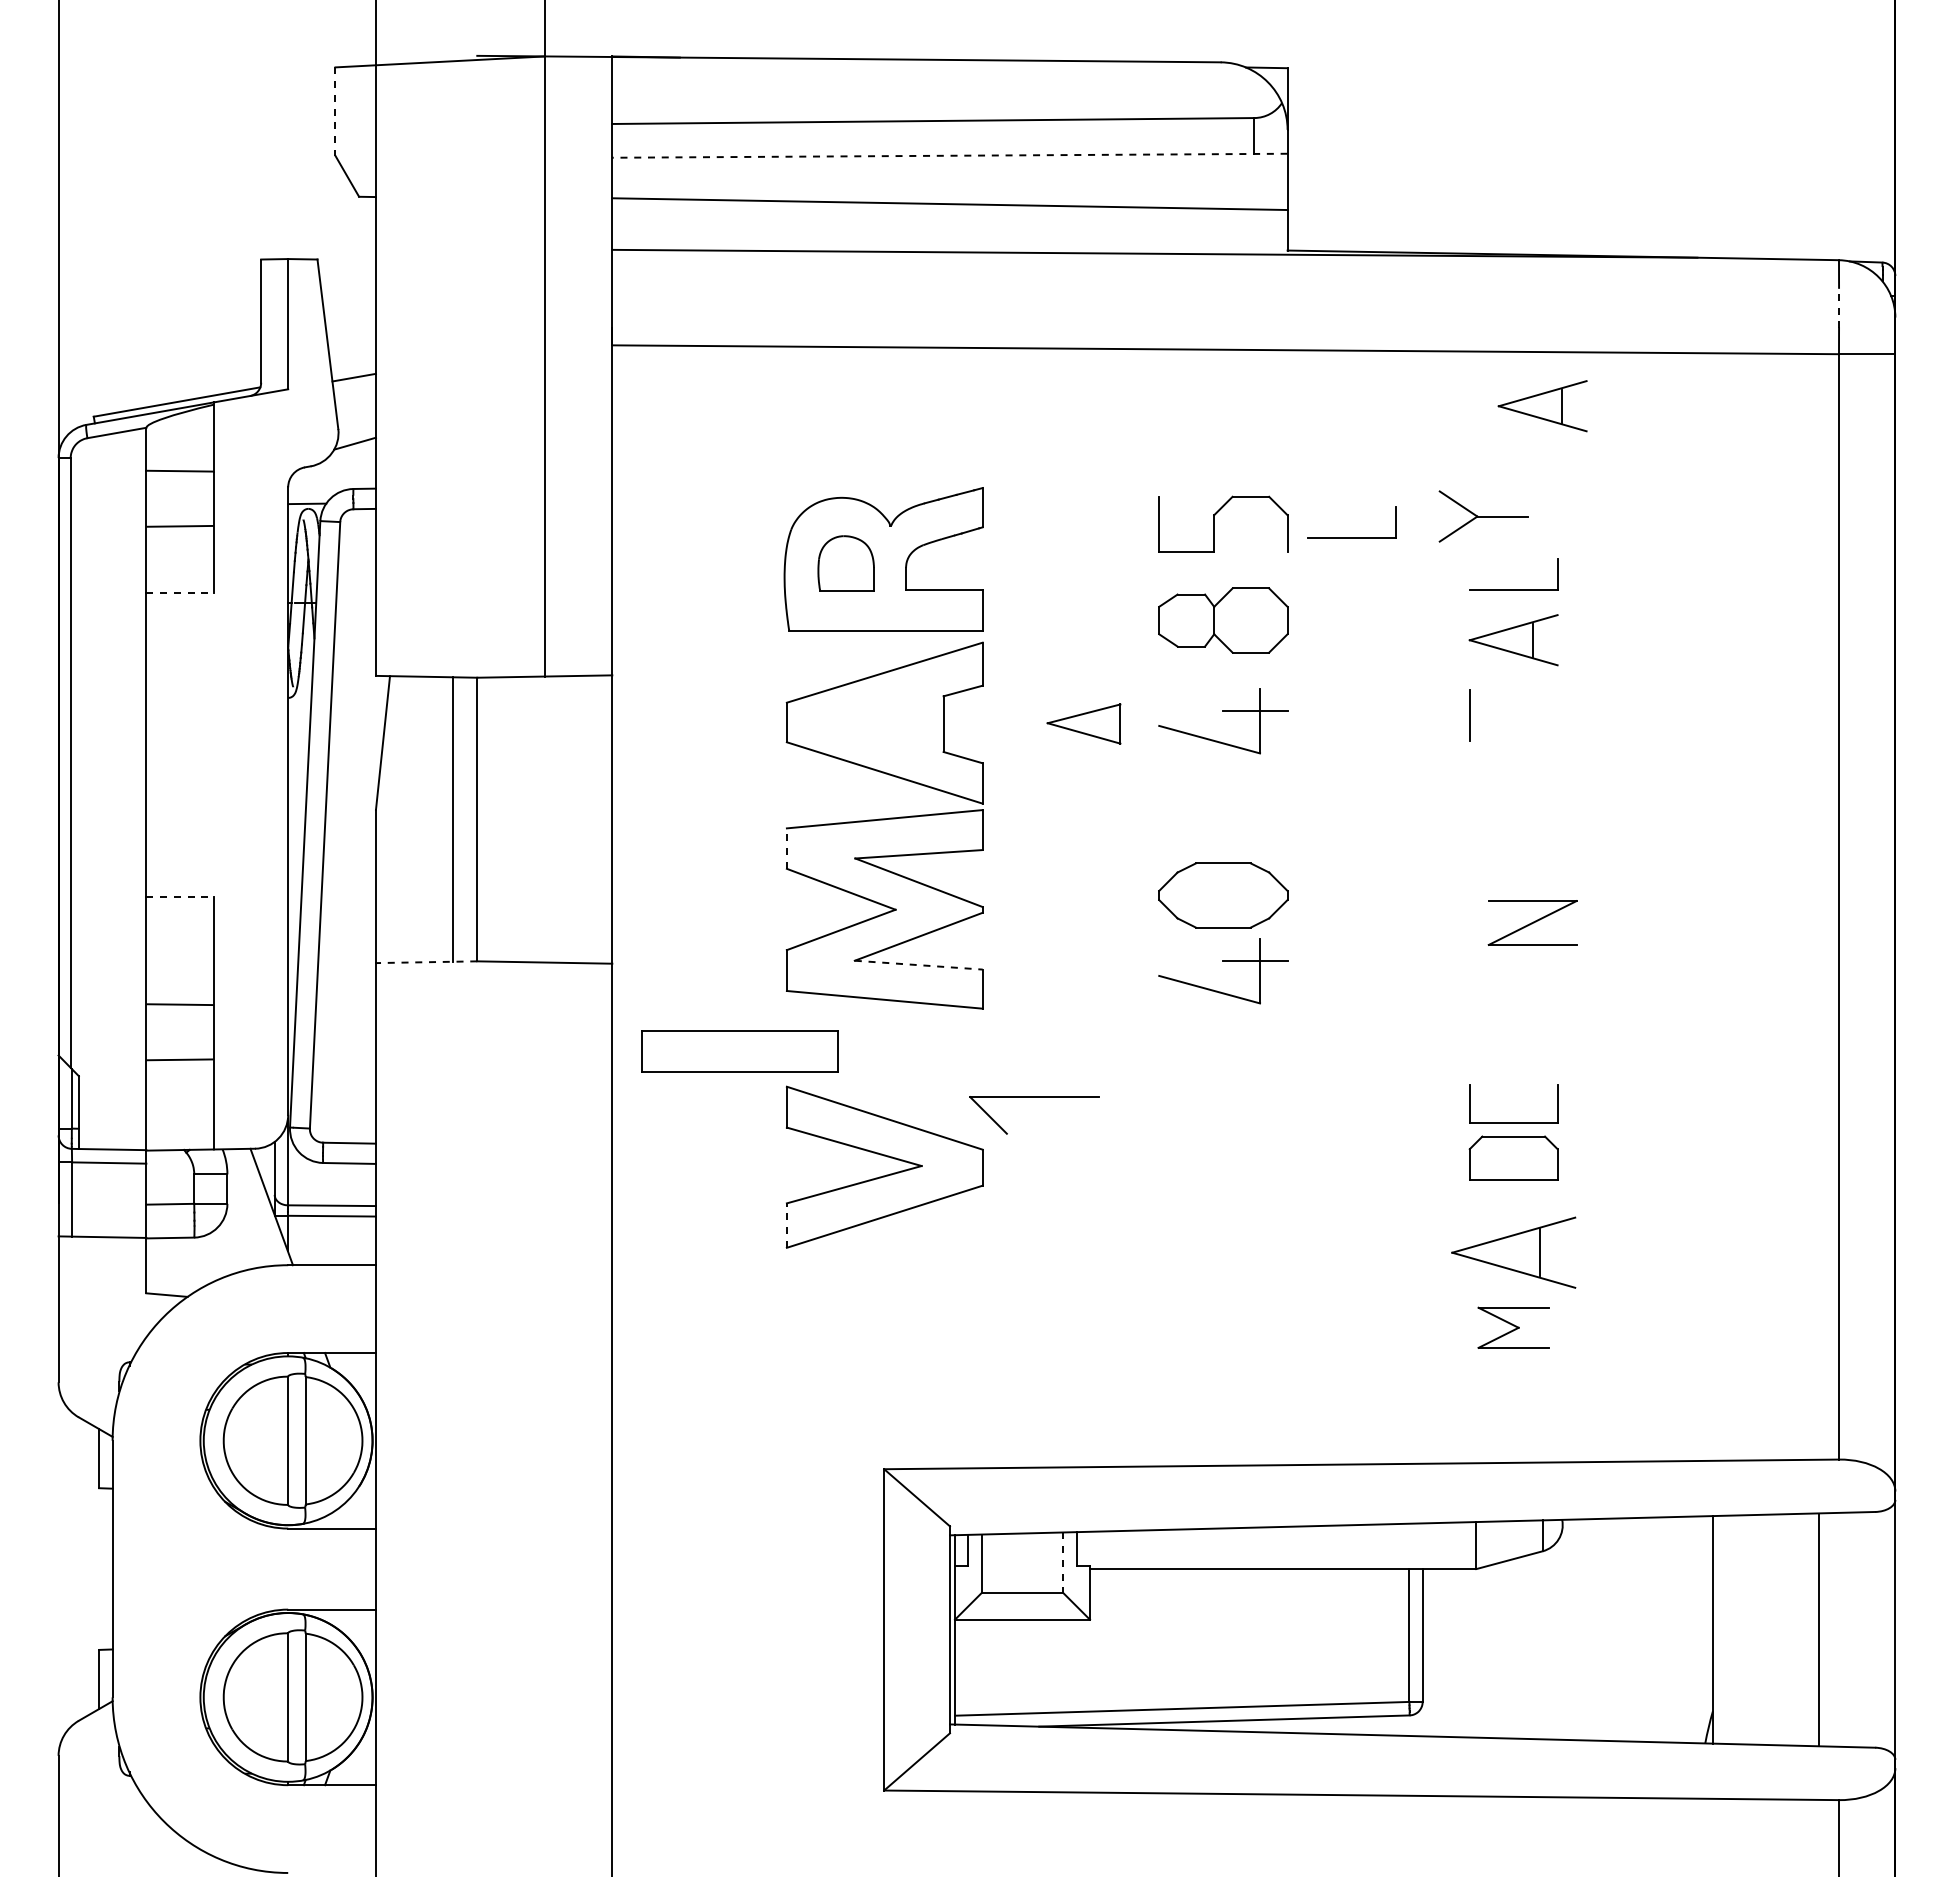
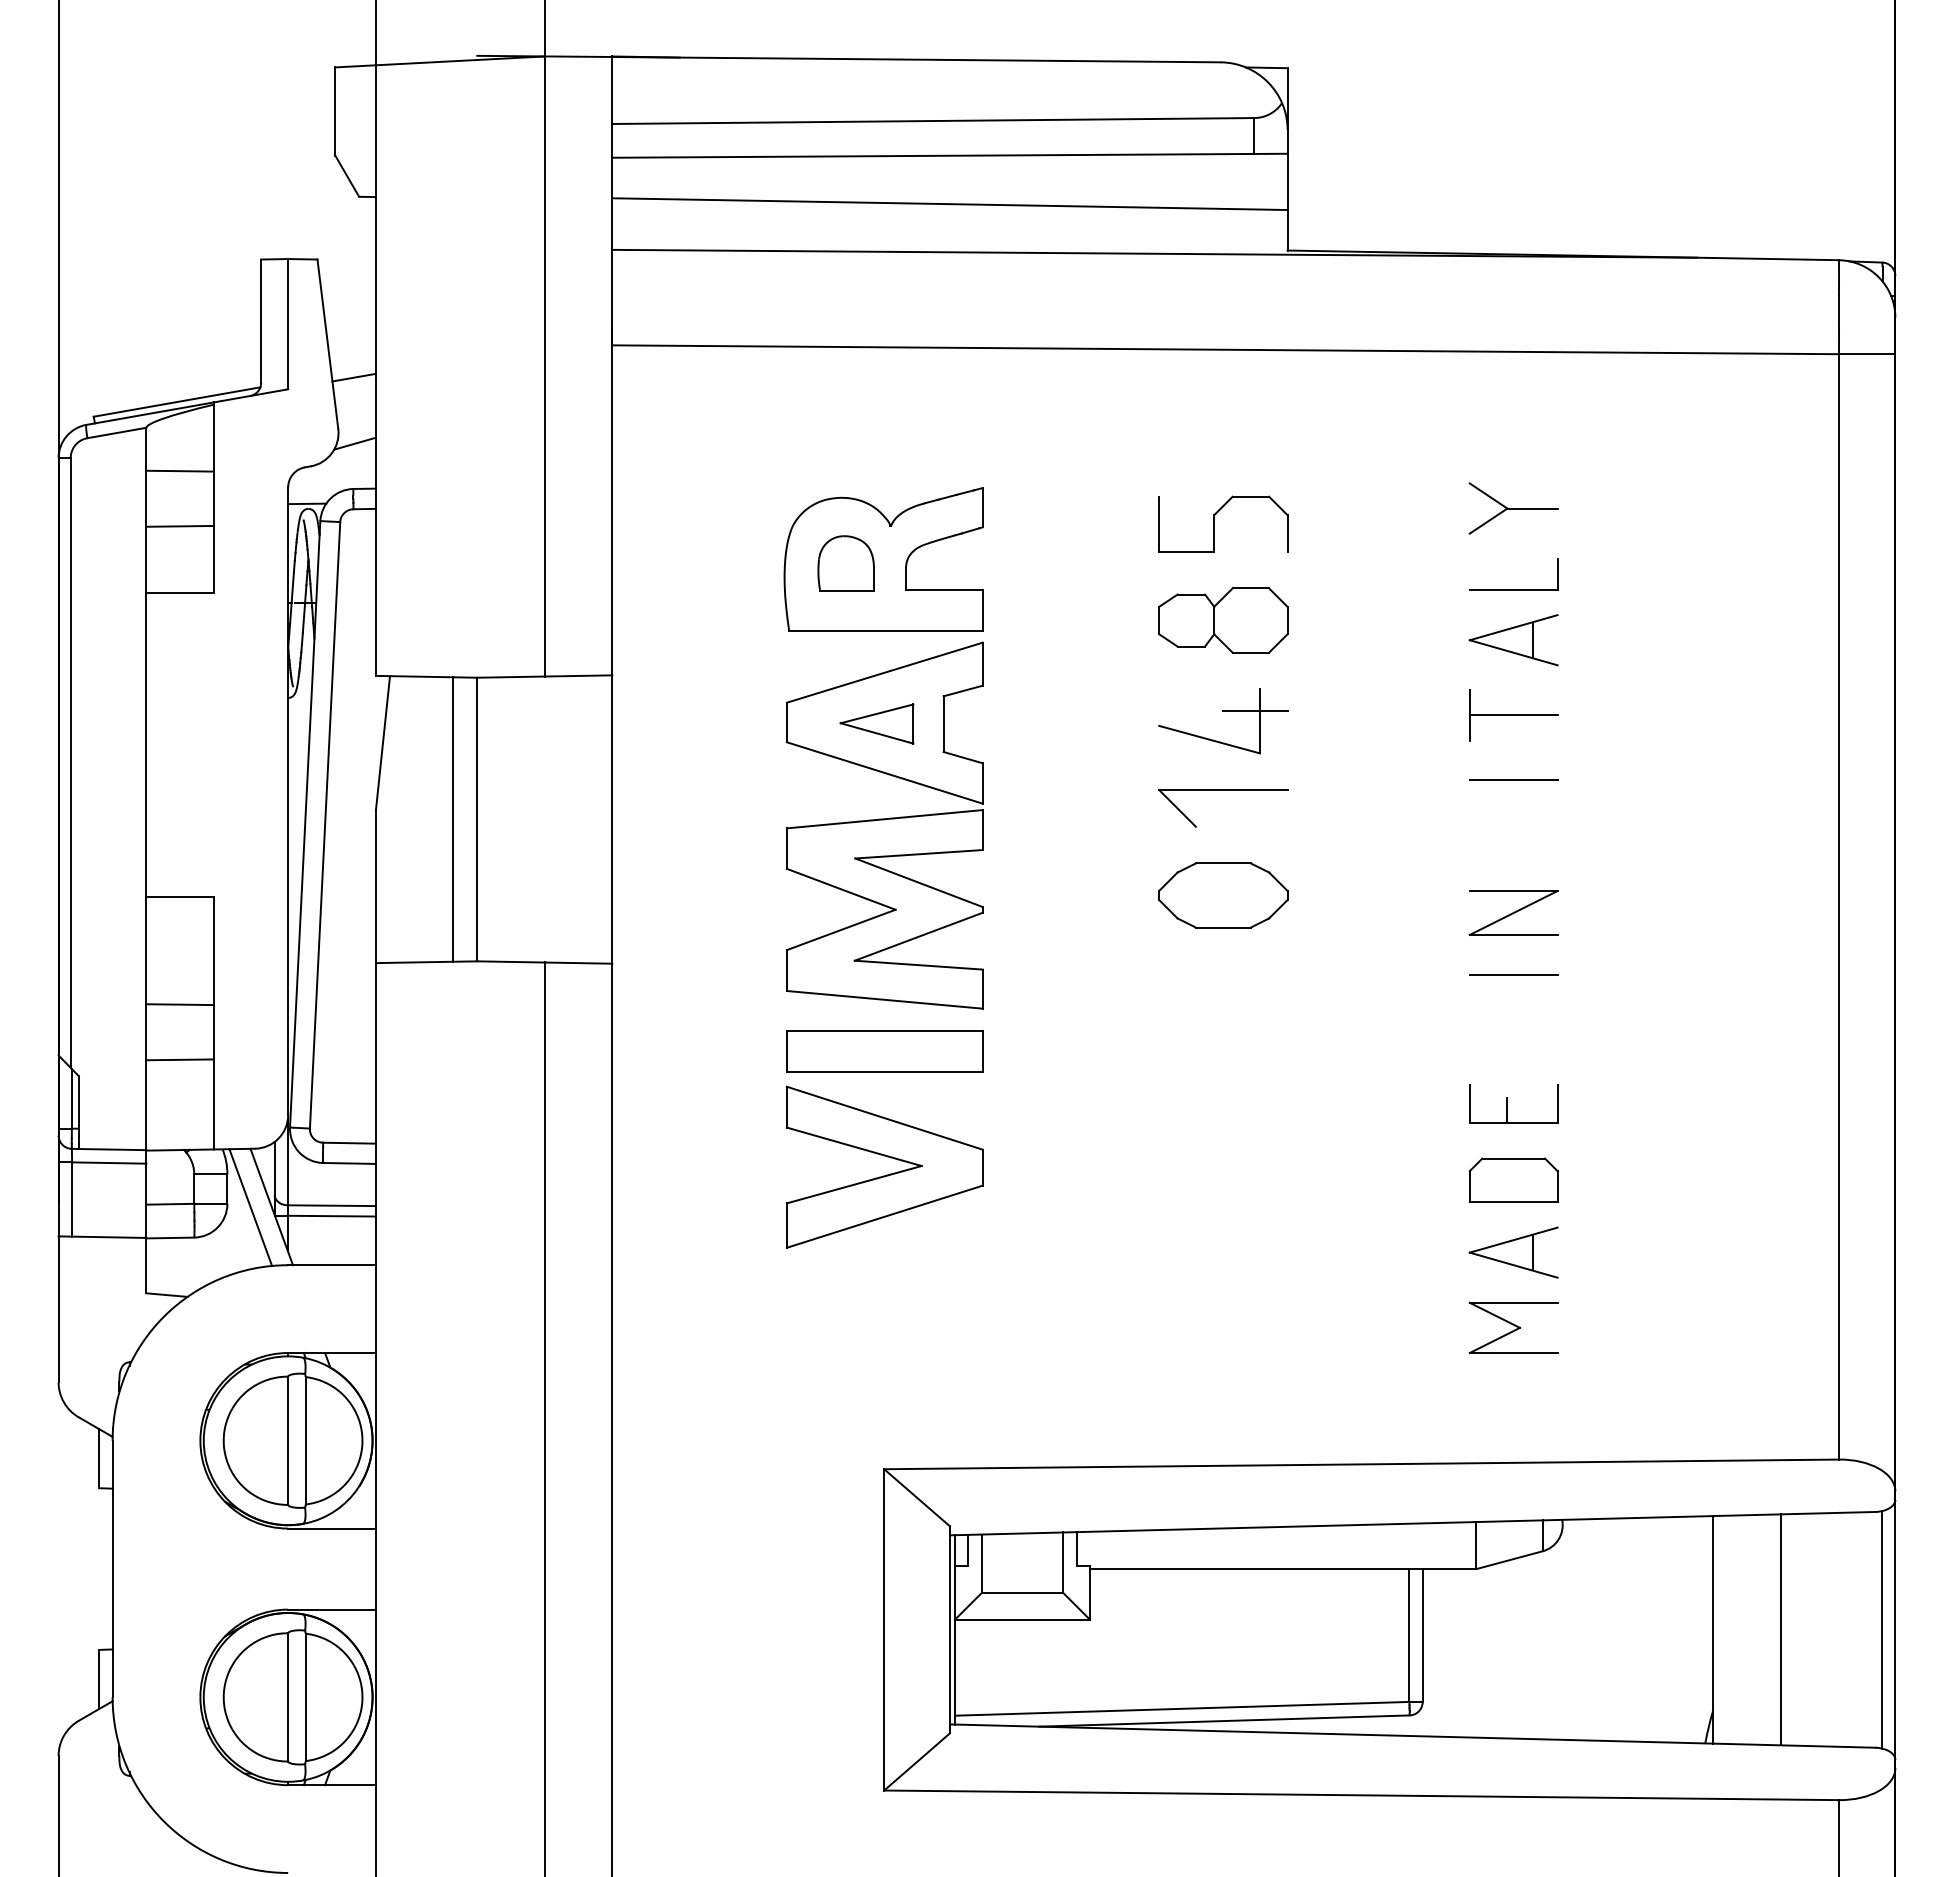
line at (335, 112): dashed -> solid
line at (949, 155): dashed -> solid
line at (1839, 307): dashed -> solid
part at (1542, 406): present -> none
part at (1483, 516) position: (1483, 516) -> (1513, 508)
part at (1351, 537): present -> none
line at (180, 593): dashed -> solid
line at (1513, 715): none -> present
part at (1083, 723) position: (1083, 723) -> (876, 723)
line at (1513, 780): none -> present
line at (786, 848): dashed -> solid
line at (180, 897): dashed -> solid
part at (1532, 922) position: (1532, 922) -> (1513, 912)
part at (1223, 961): present -> none
line at (426, 962): dashed -> solid
line at (919, 965): dashed -> solid
line at (1513, 974): none -> present
part at (739, 1051) position: (739, 1051) -> (884, 1051)
part at (1034, 1097) position: (1034, 1097) -> (1223, 790)
line at (1507, 1110): none -> present
part at (1513, 1157) position: (1513, 1157) -> (1513, 1179)
line at (250, 1207): none -> present
line at (786, 1225): dashed -> solid
part at (1513, 1252) size: 126x73 px -> 91x53 px
part at (1513, 1327) size: 73x43 px -> 91x53 px
line at (544, 1417): none -> present
line at (1063, 1563): dashed -> solid
line at (1818, 1629) position: (1818, 1629) -> (1780, 1629)
line at (1882, 1629): none -> present
